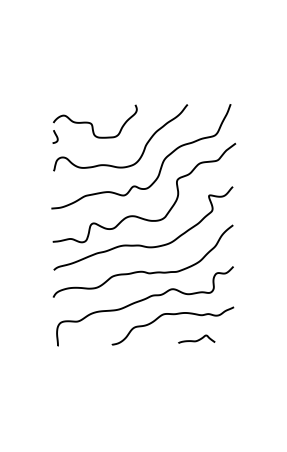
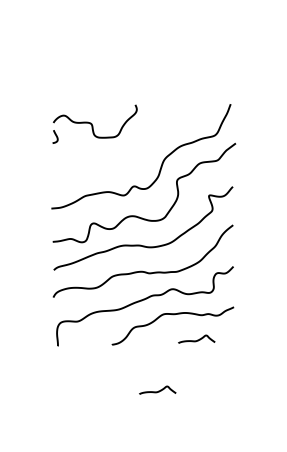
curve at (143, 148): present -> none
curve at (158, 390): none -> present
